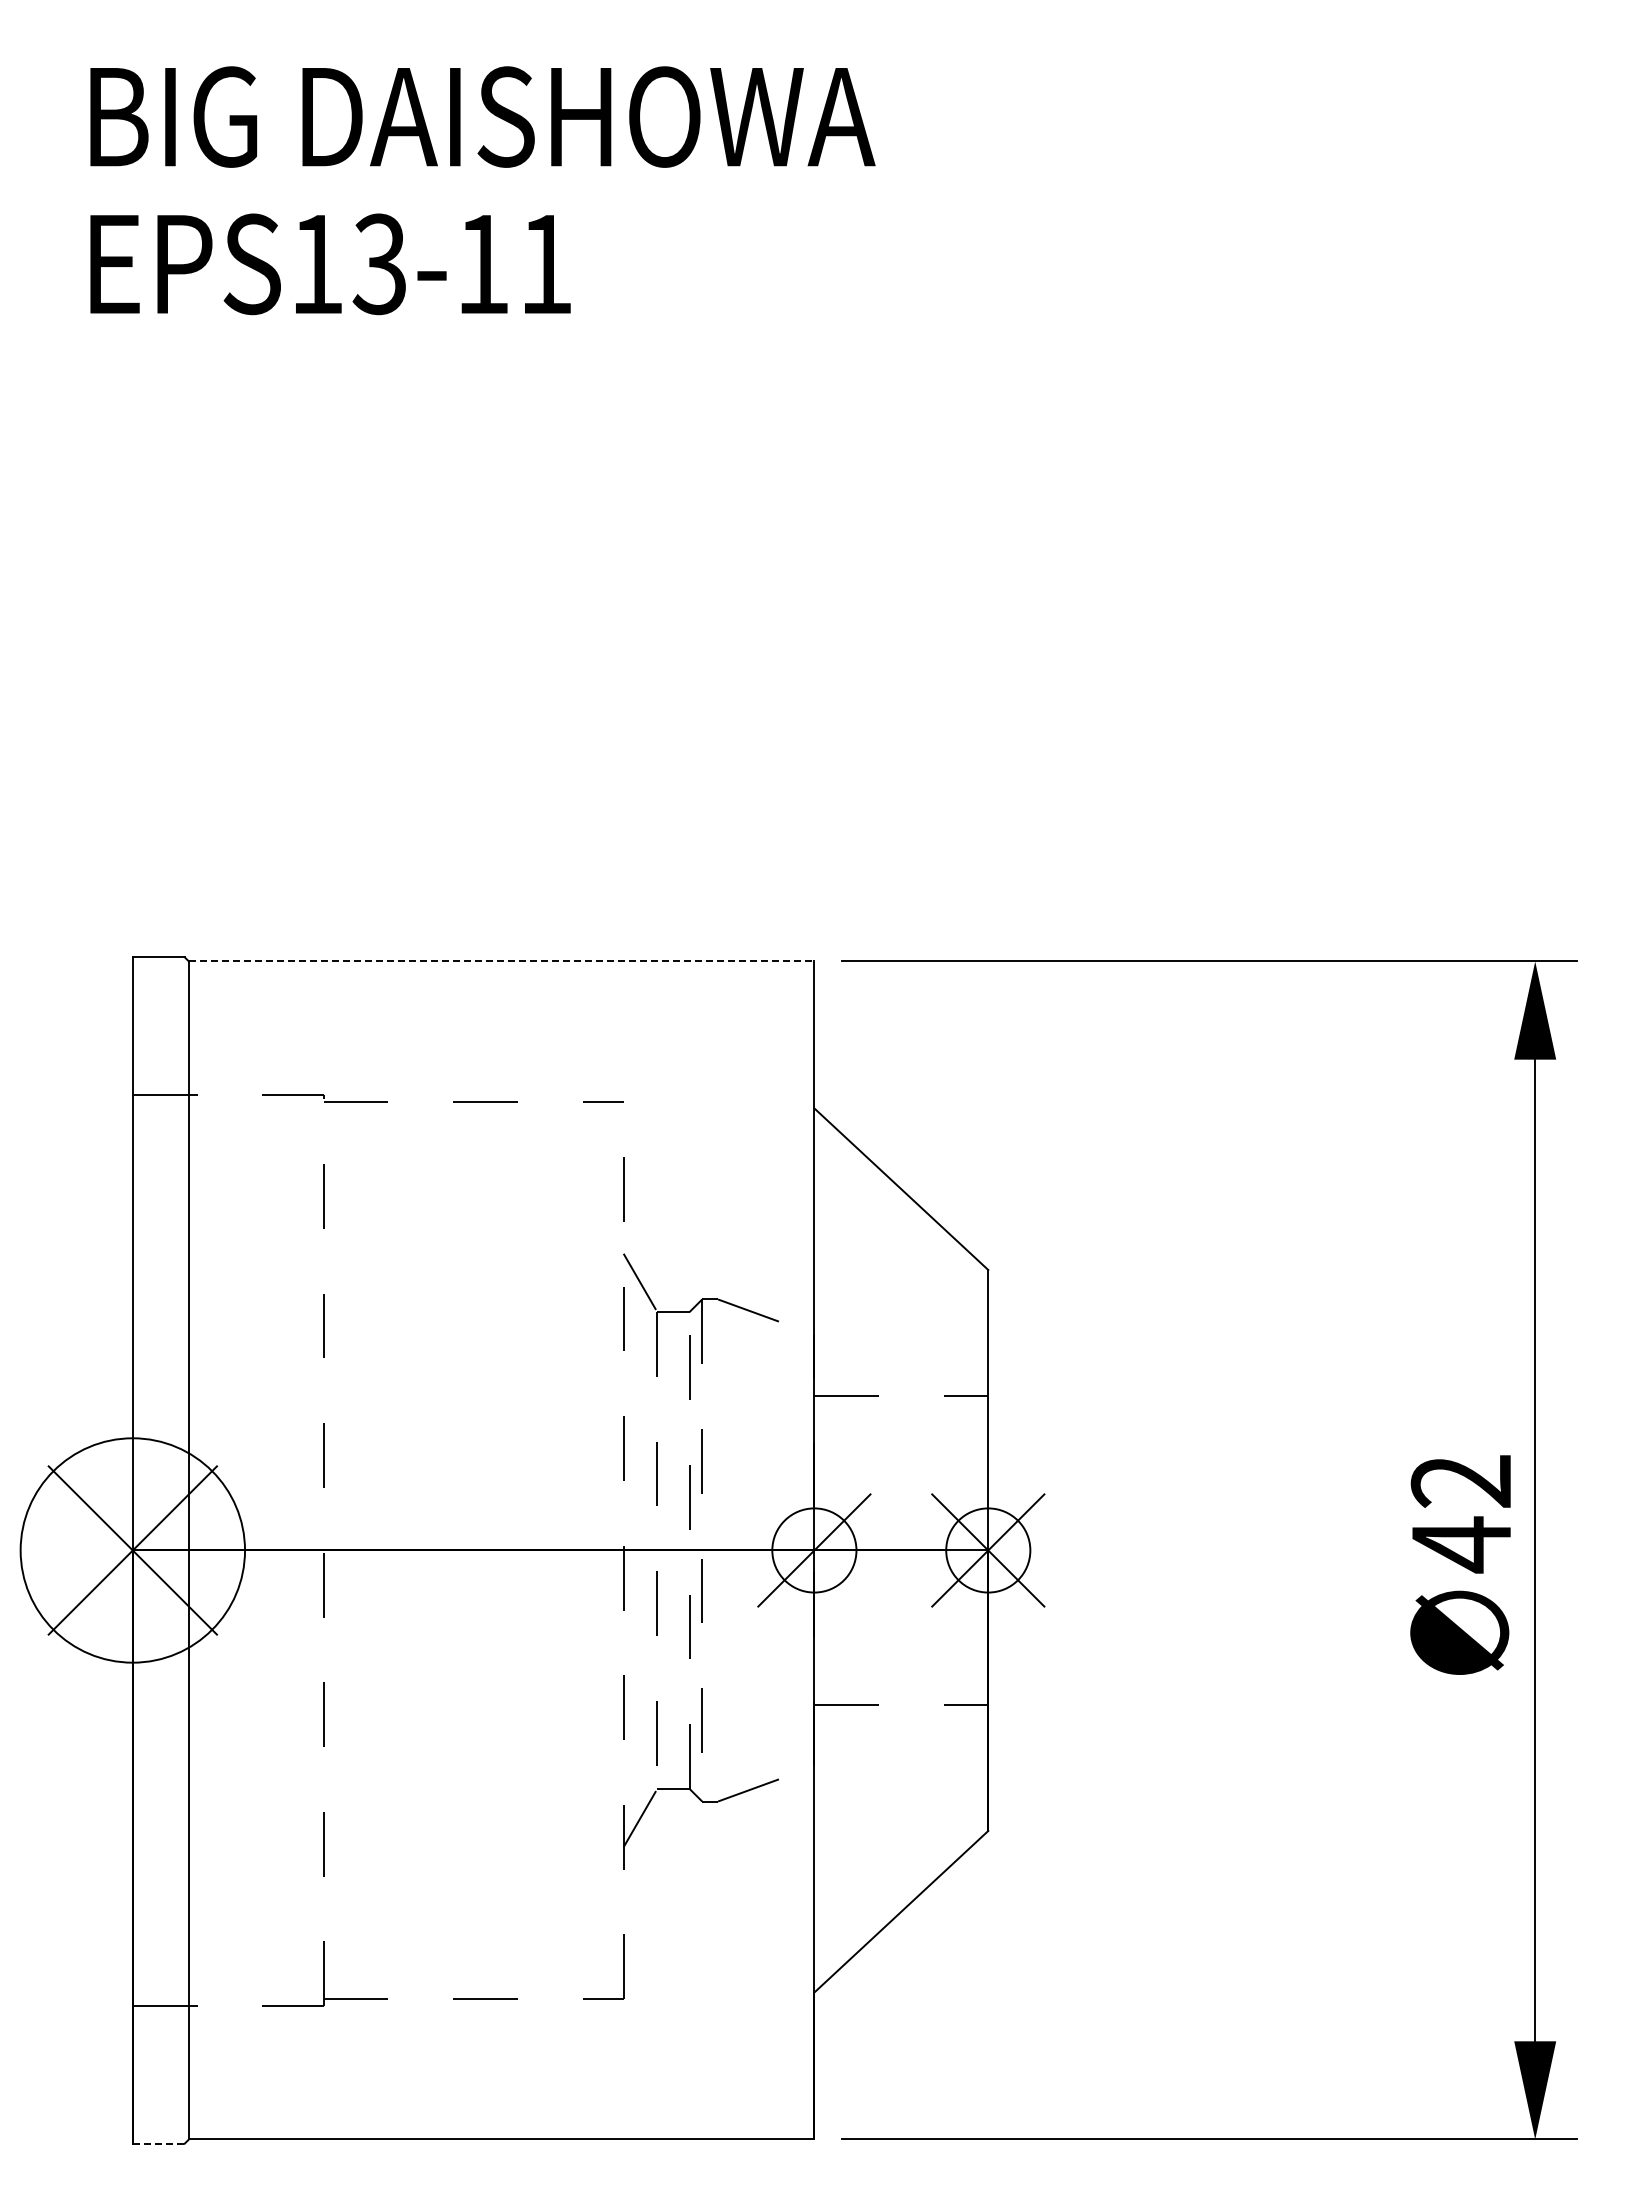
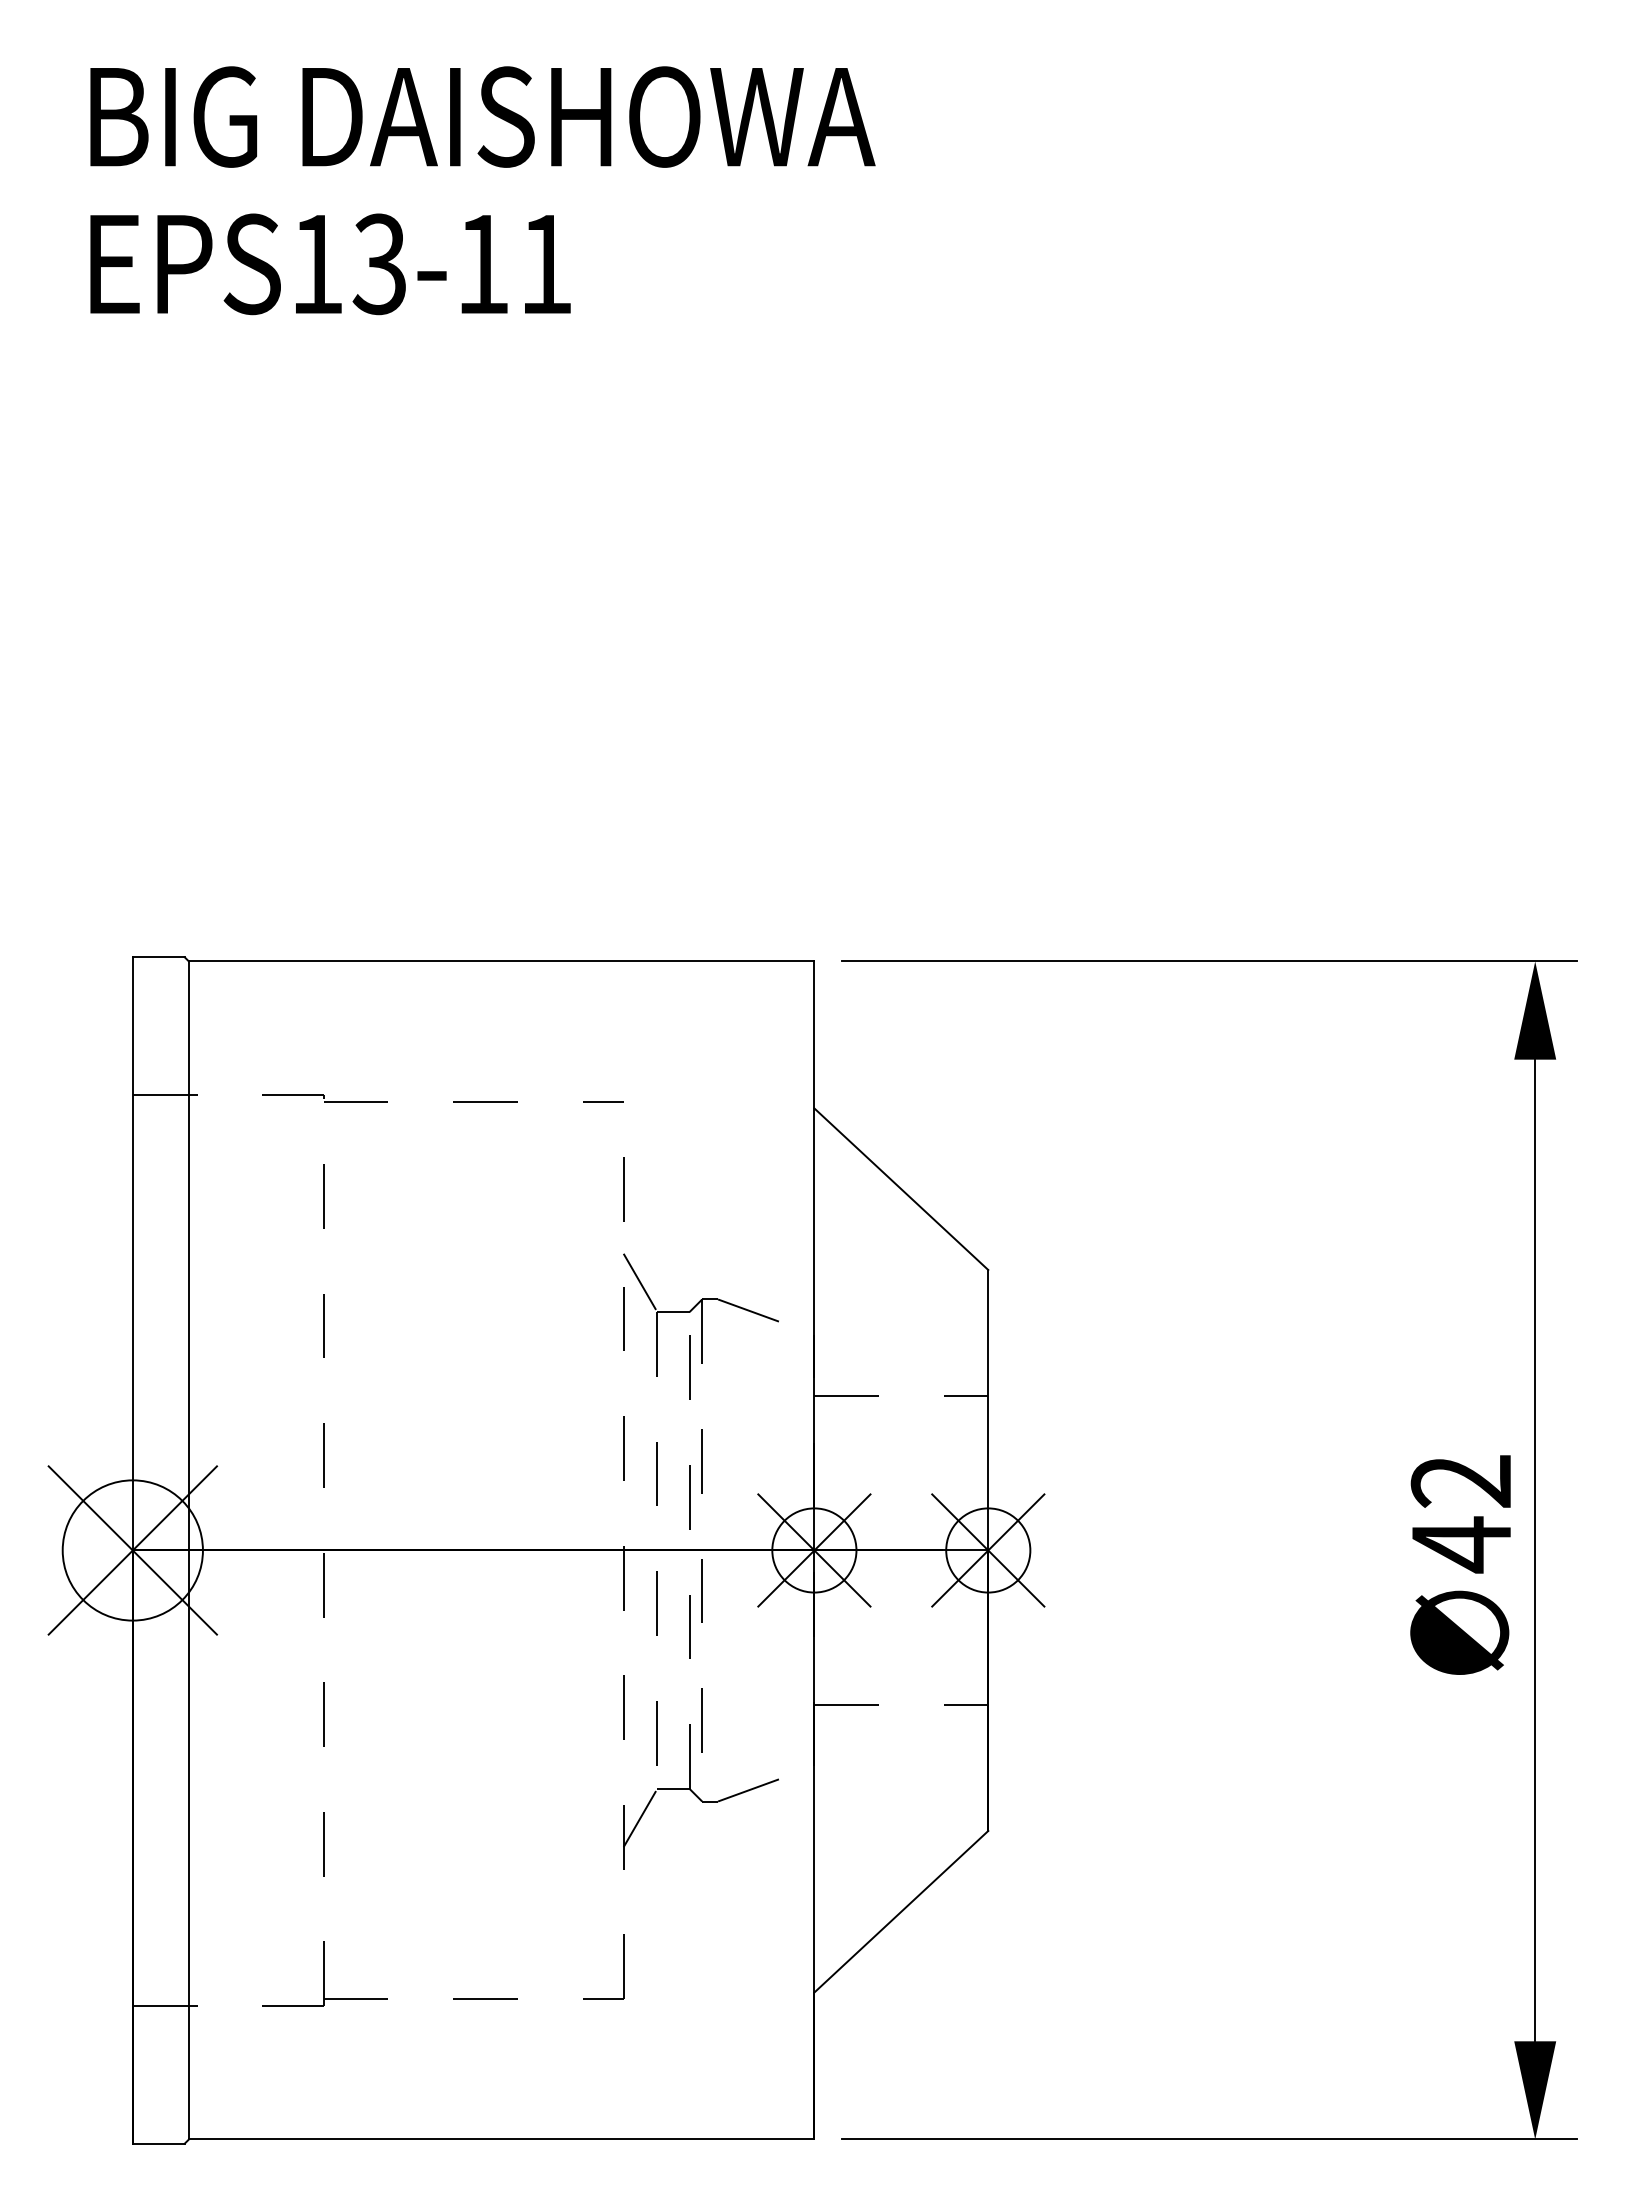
line at (501, 961): dashed -> solid
circle at (132, 1550) diameter: 224 px -> 140 px
line at (814, 1550): none -> present
line at (158, 2143): dashed -> solid
